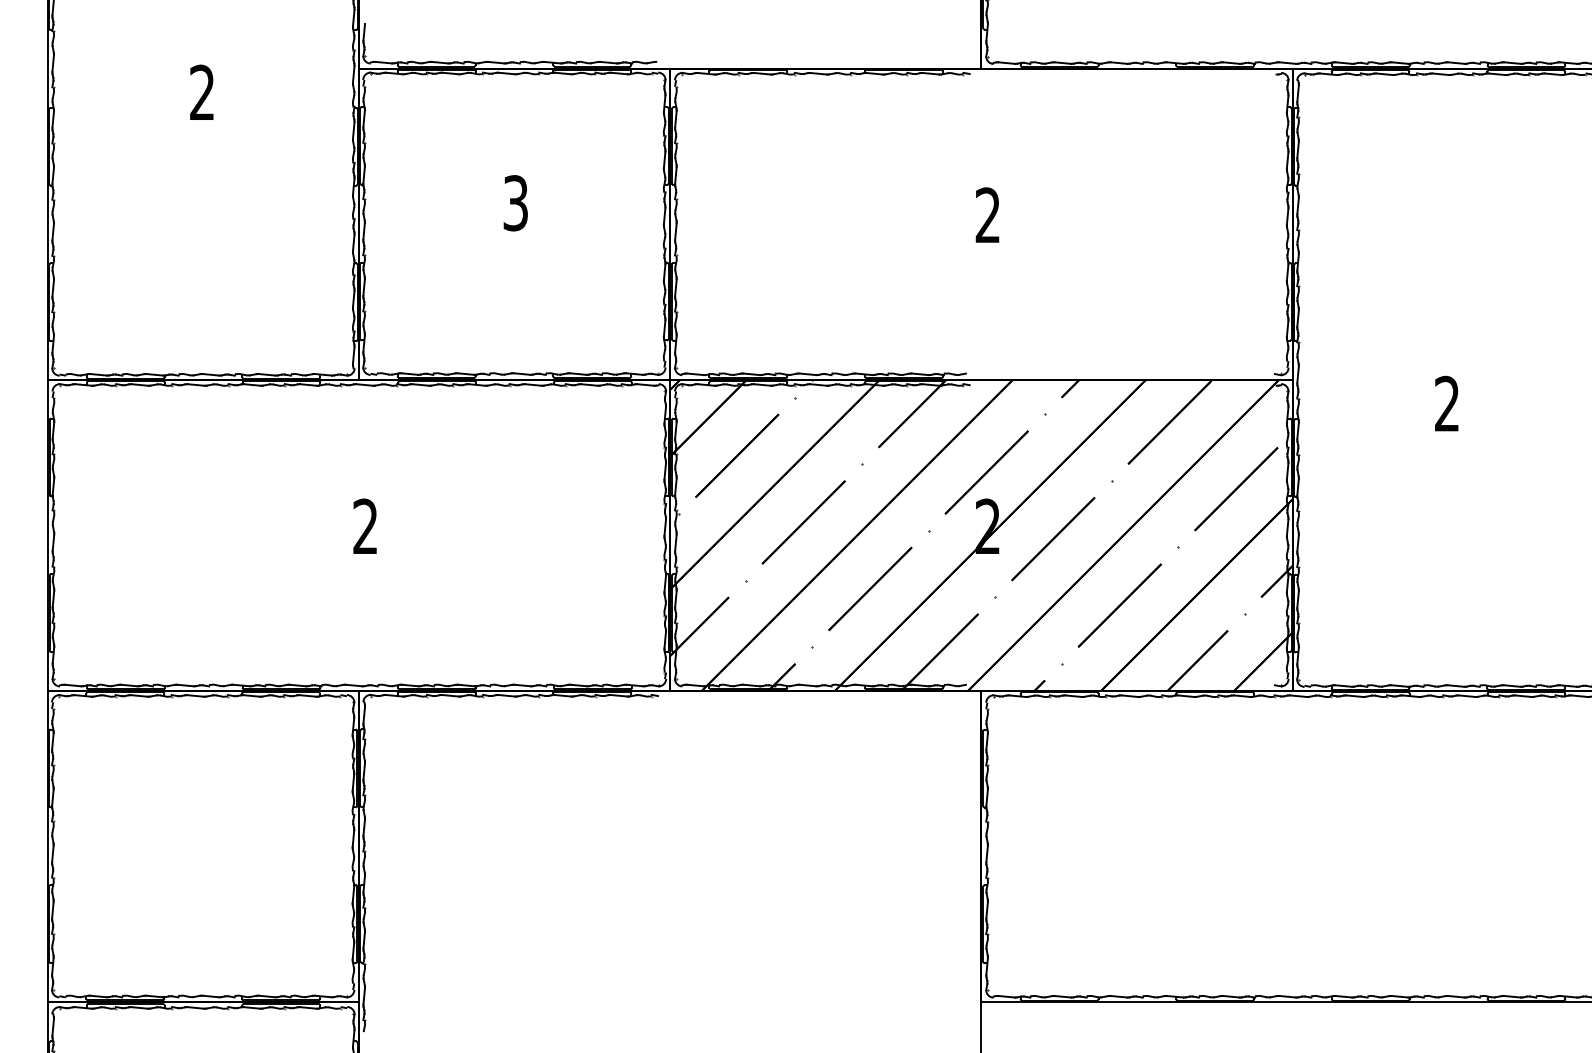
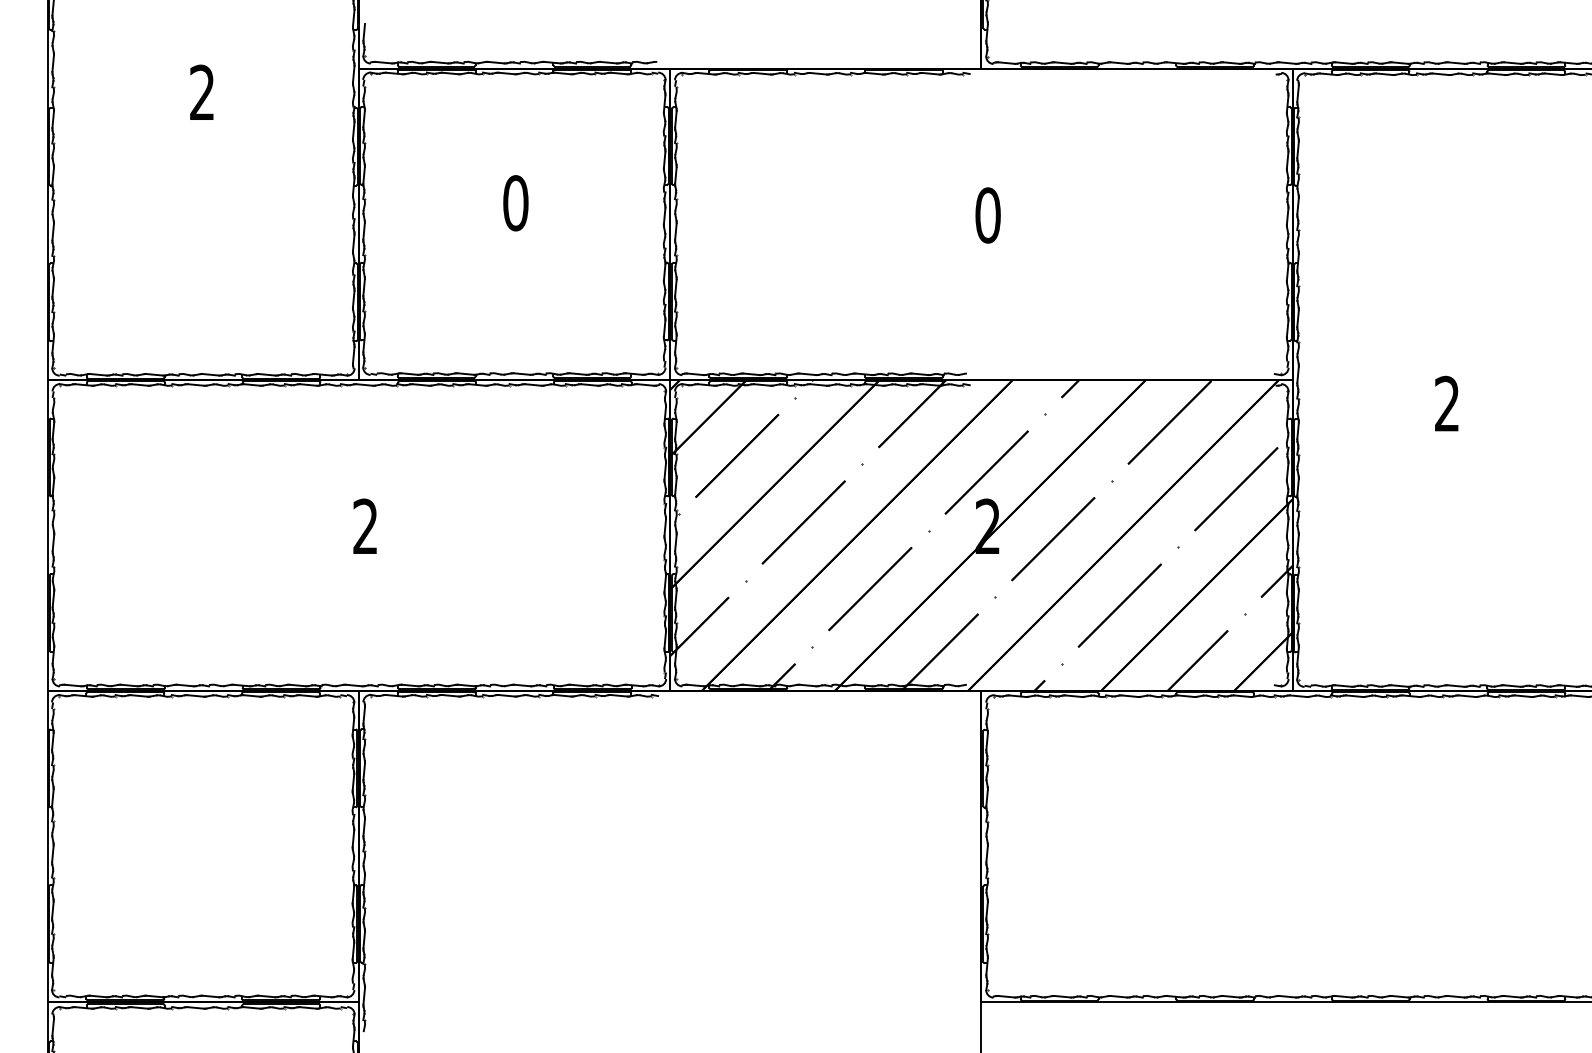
text at (515, 203): 3 -> 0
text at (987, 215): 2 -> 0
